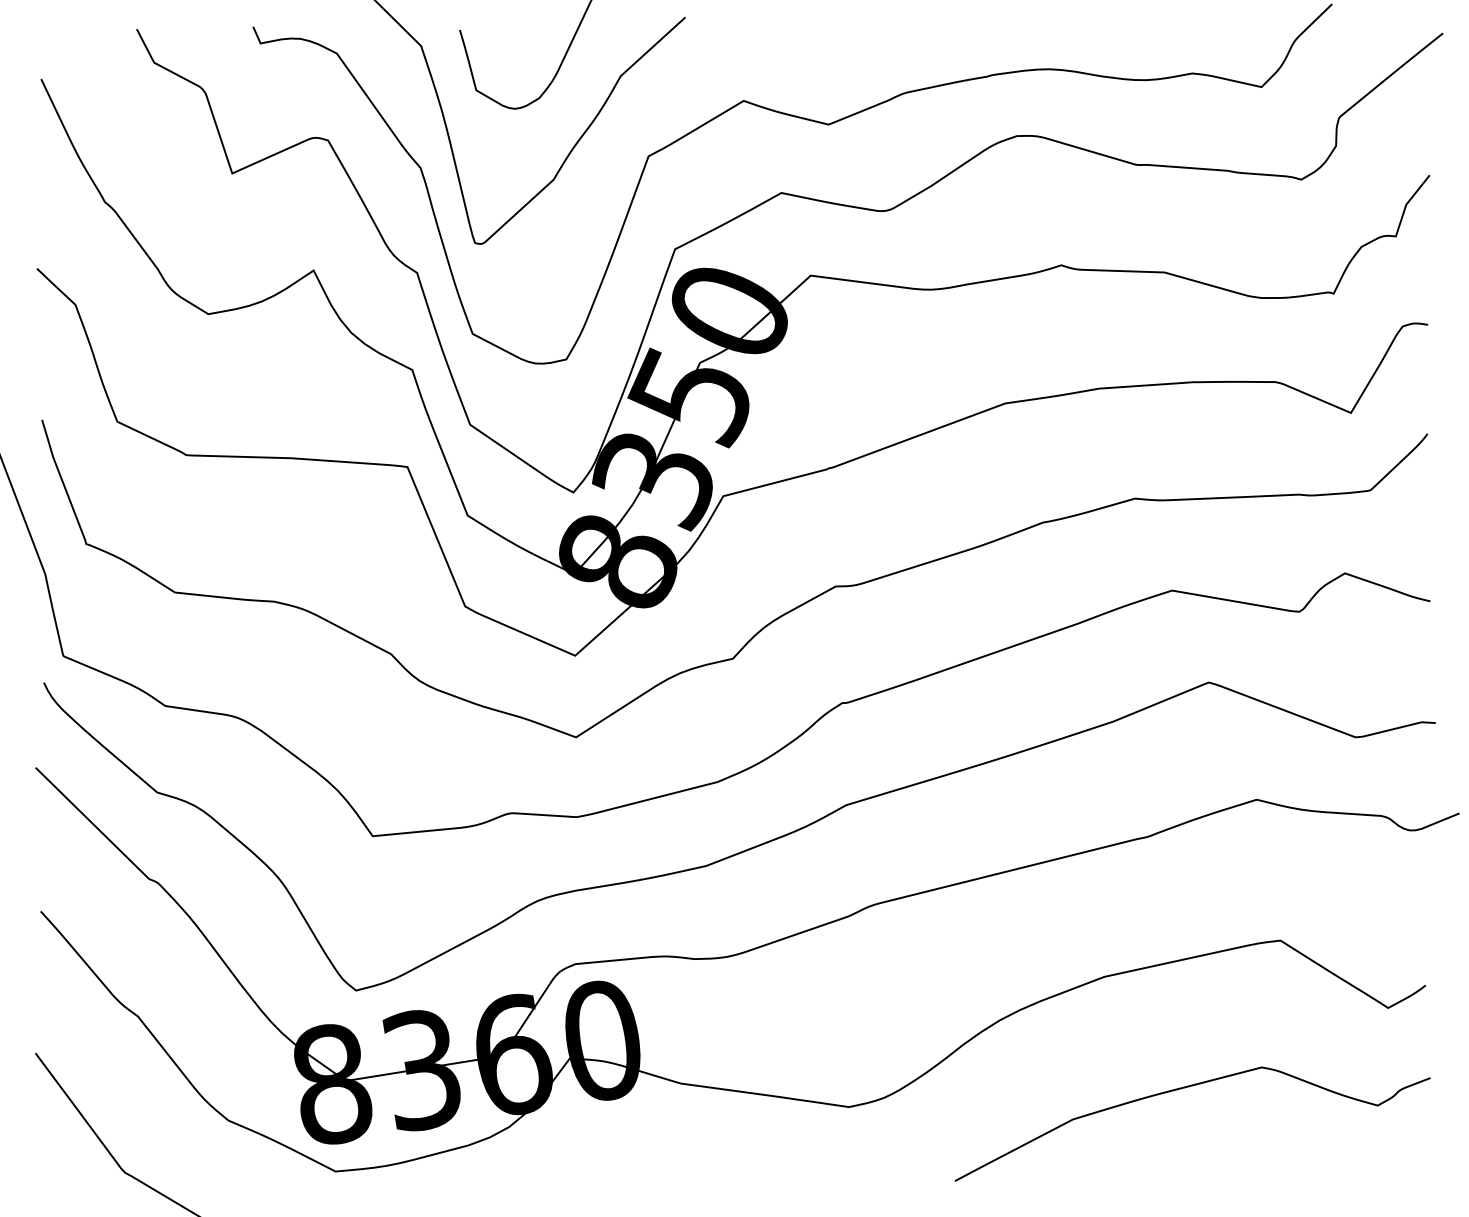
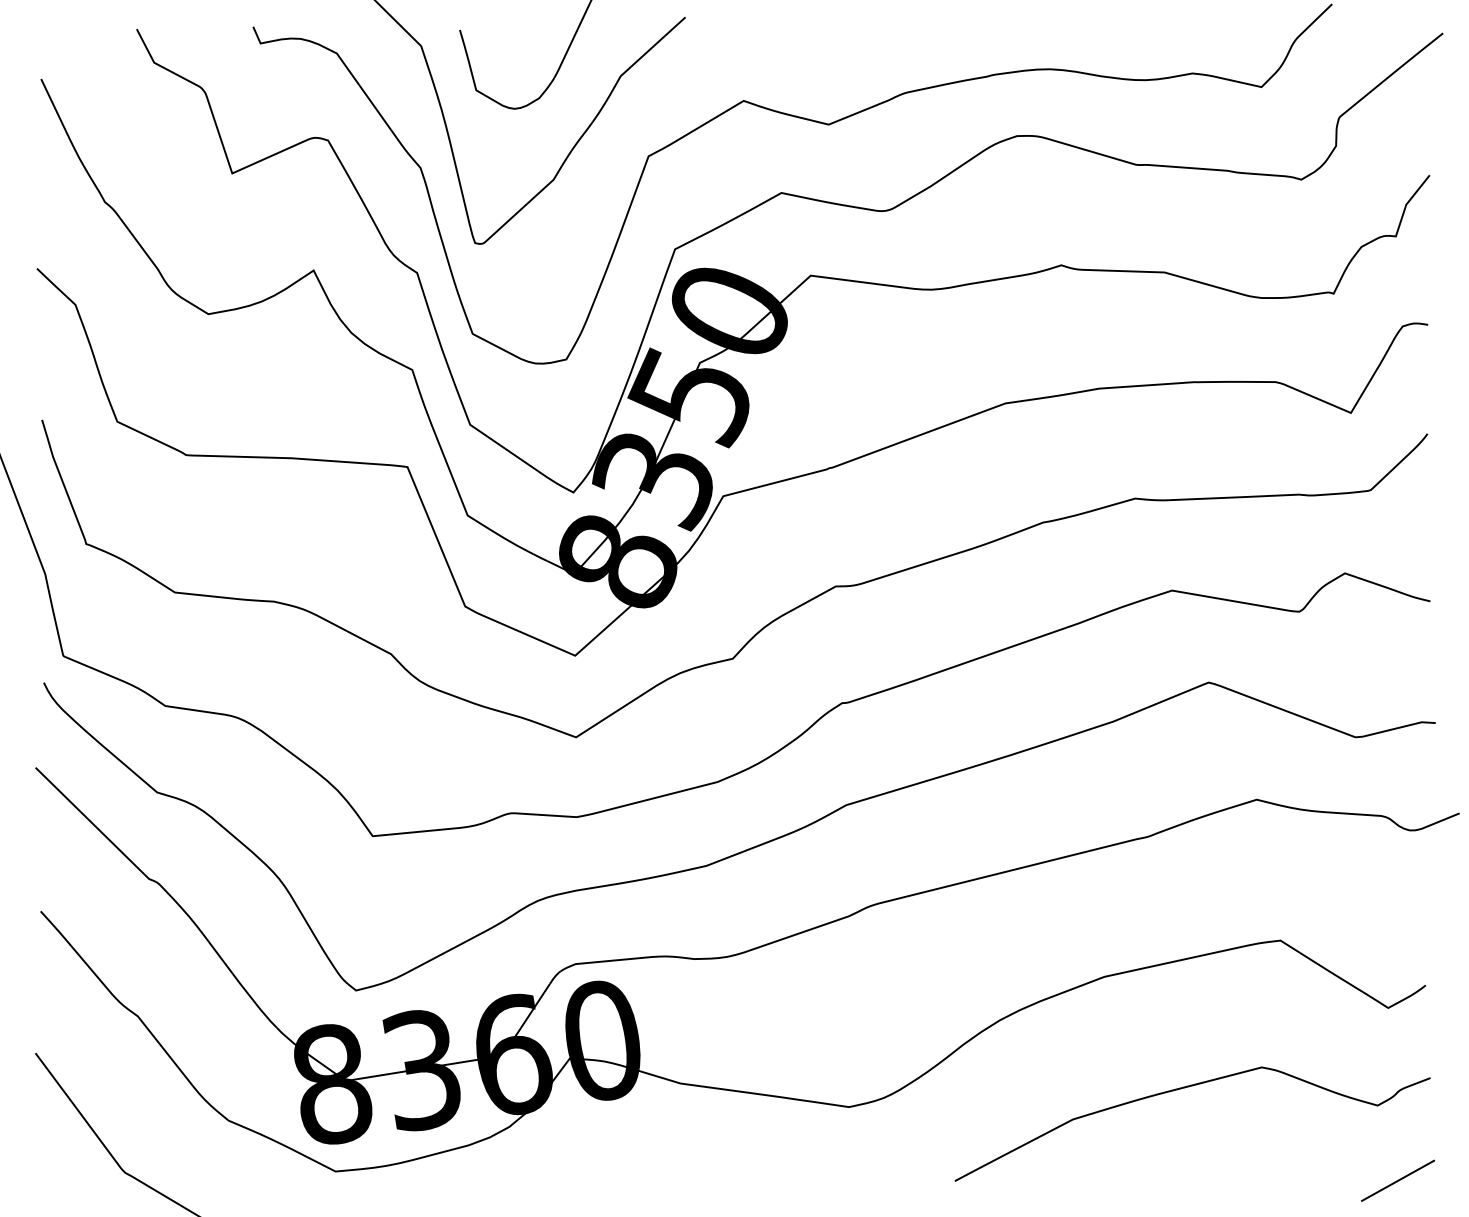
line at (1397, 1180): none -> present
